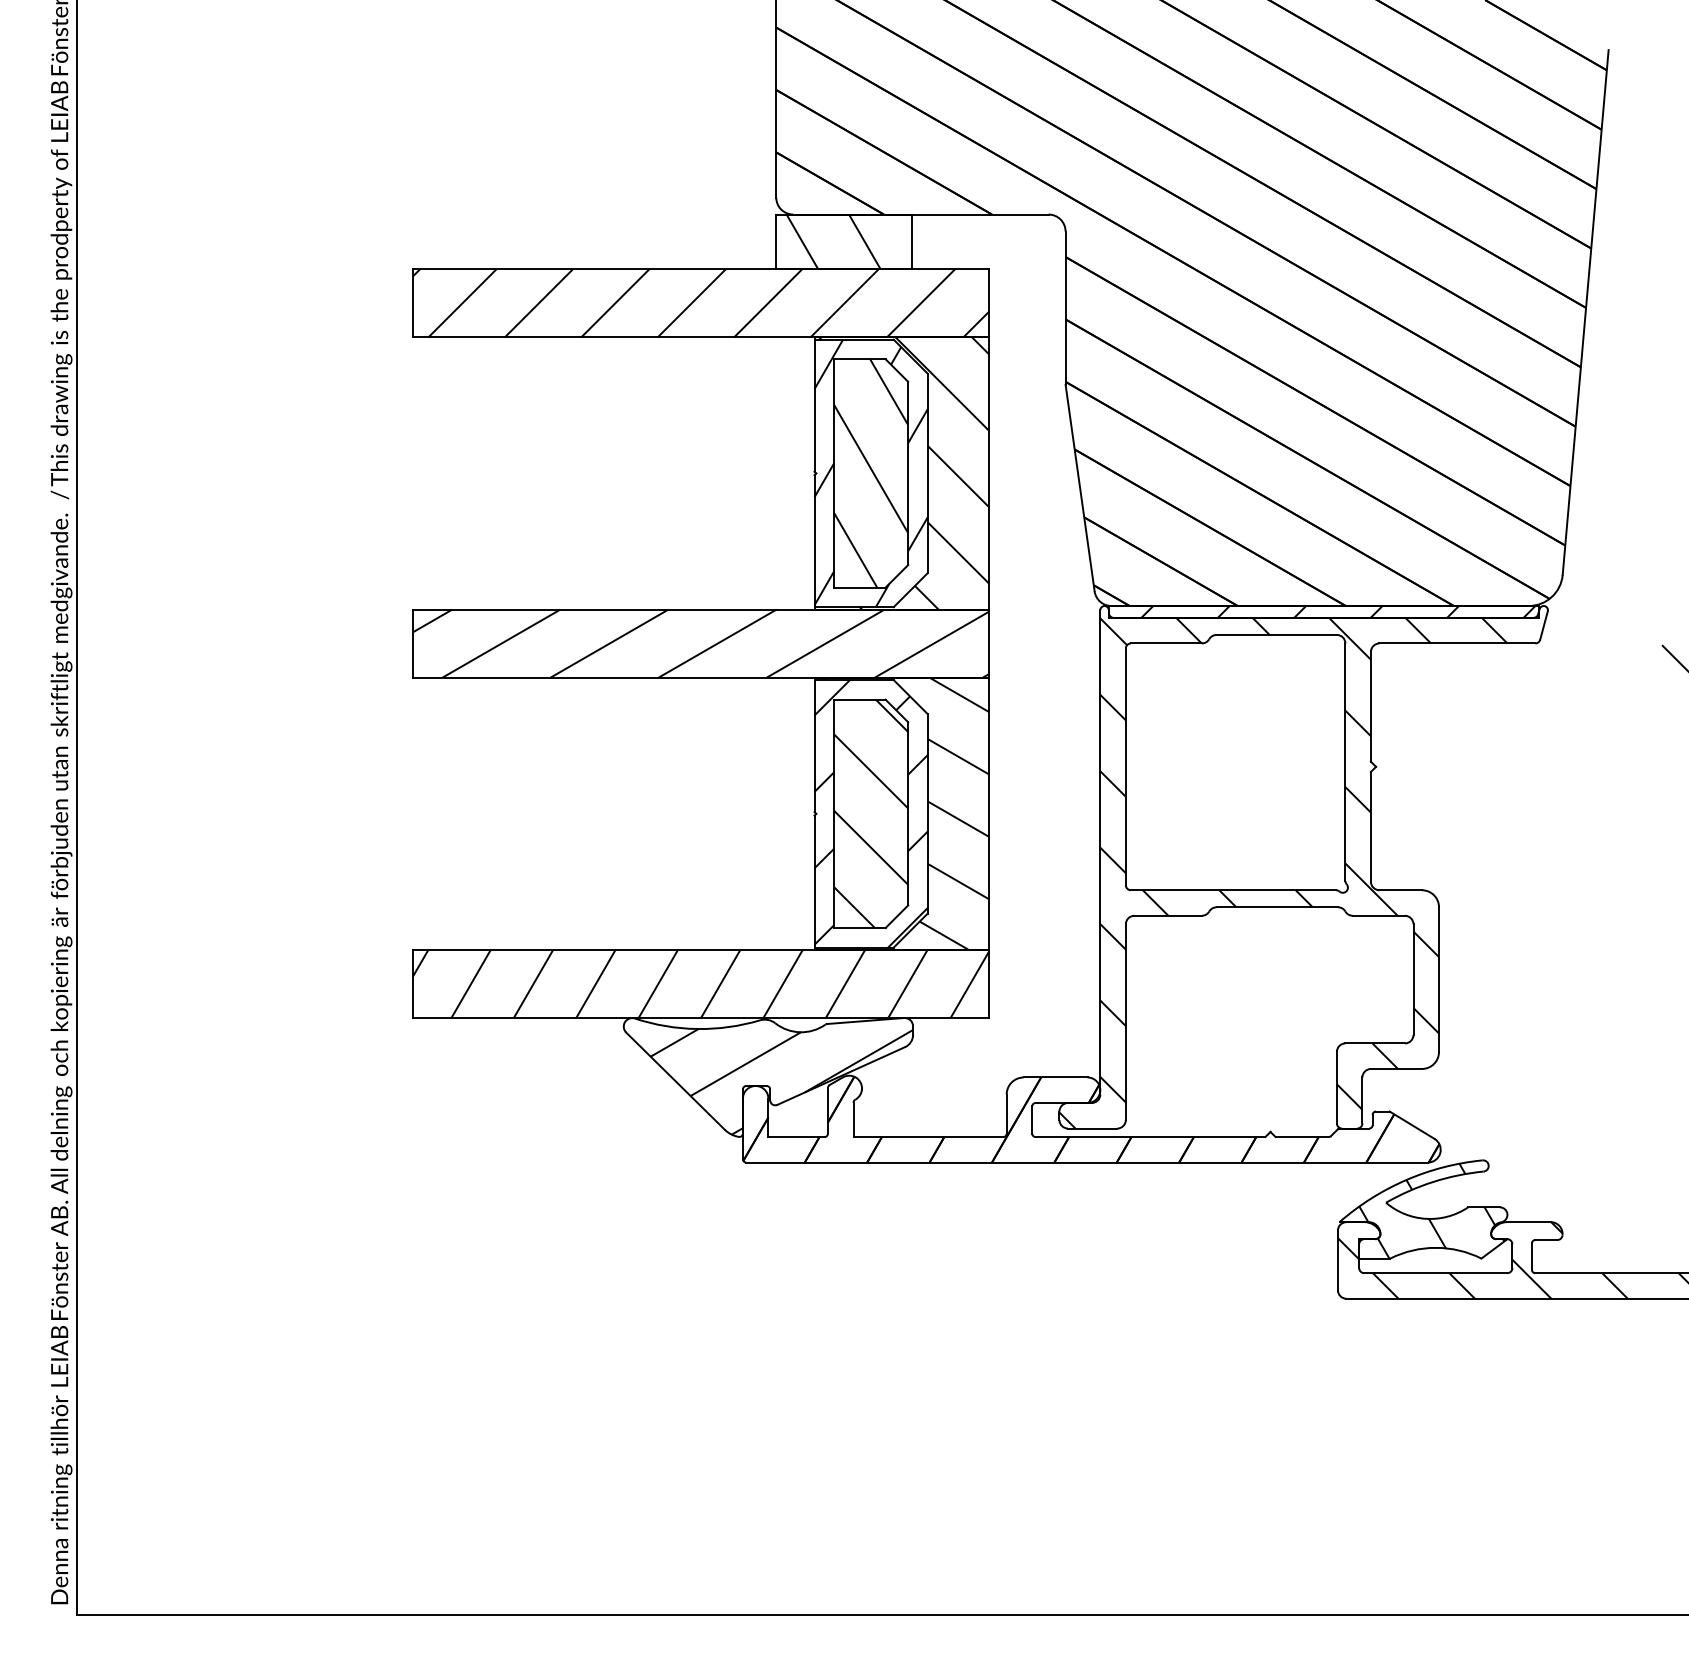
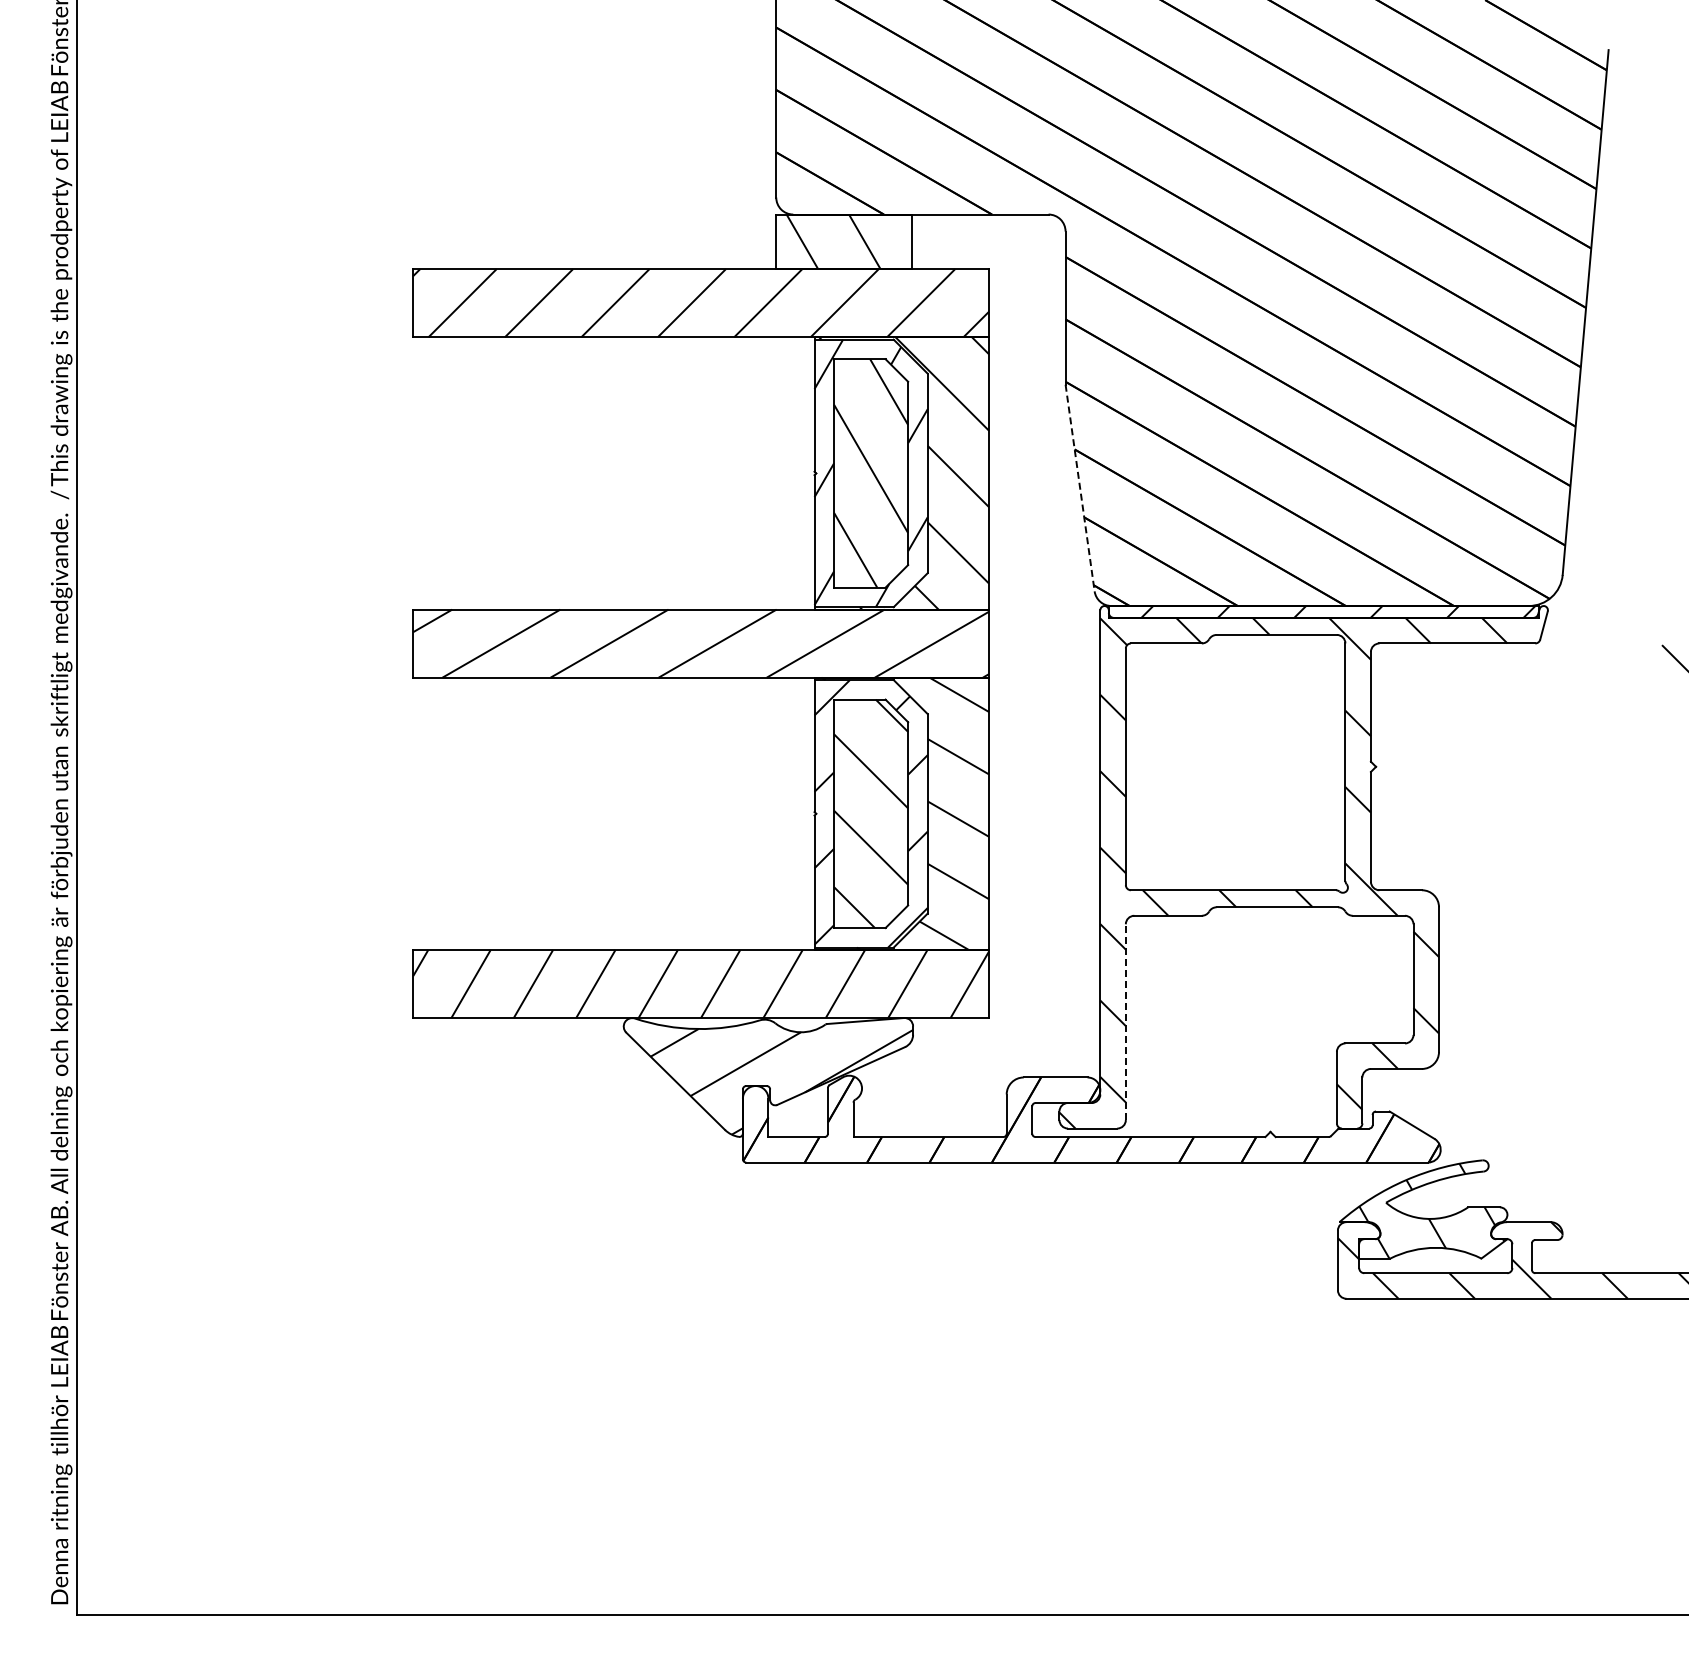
line at (1080, 488): solid -> dashed
line at (1125, 1022): solid -> dashed
